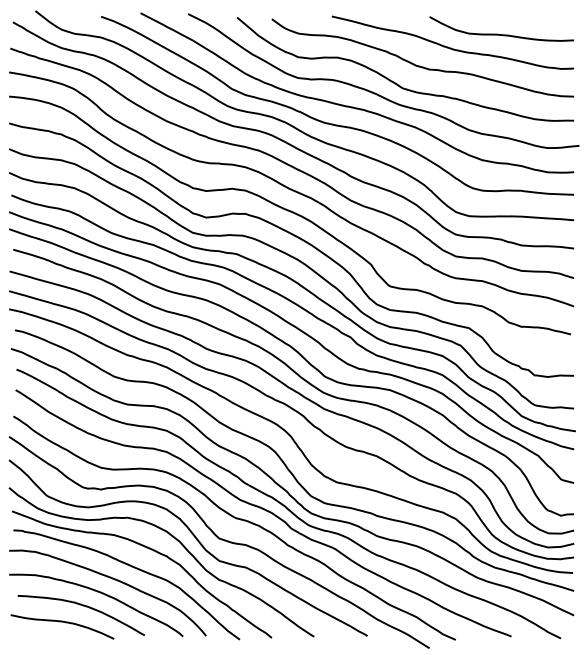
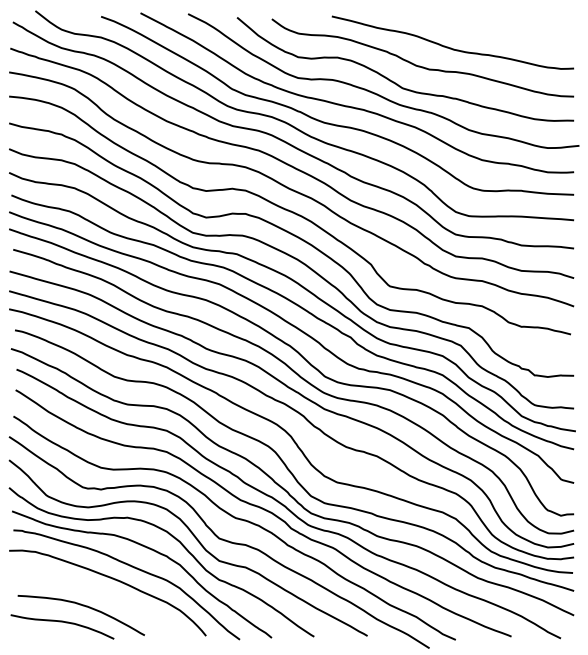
curve at (498, 33): present -> none
curve at (102, 594): present -> none
